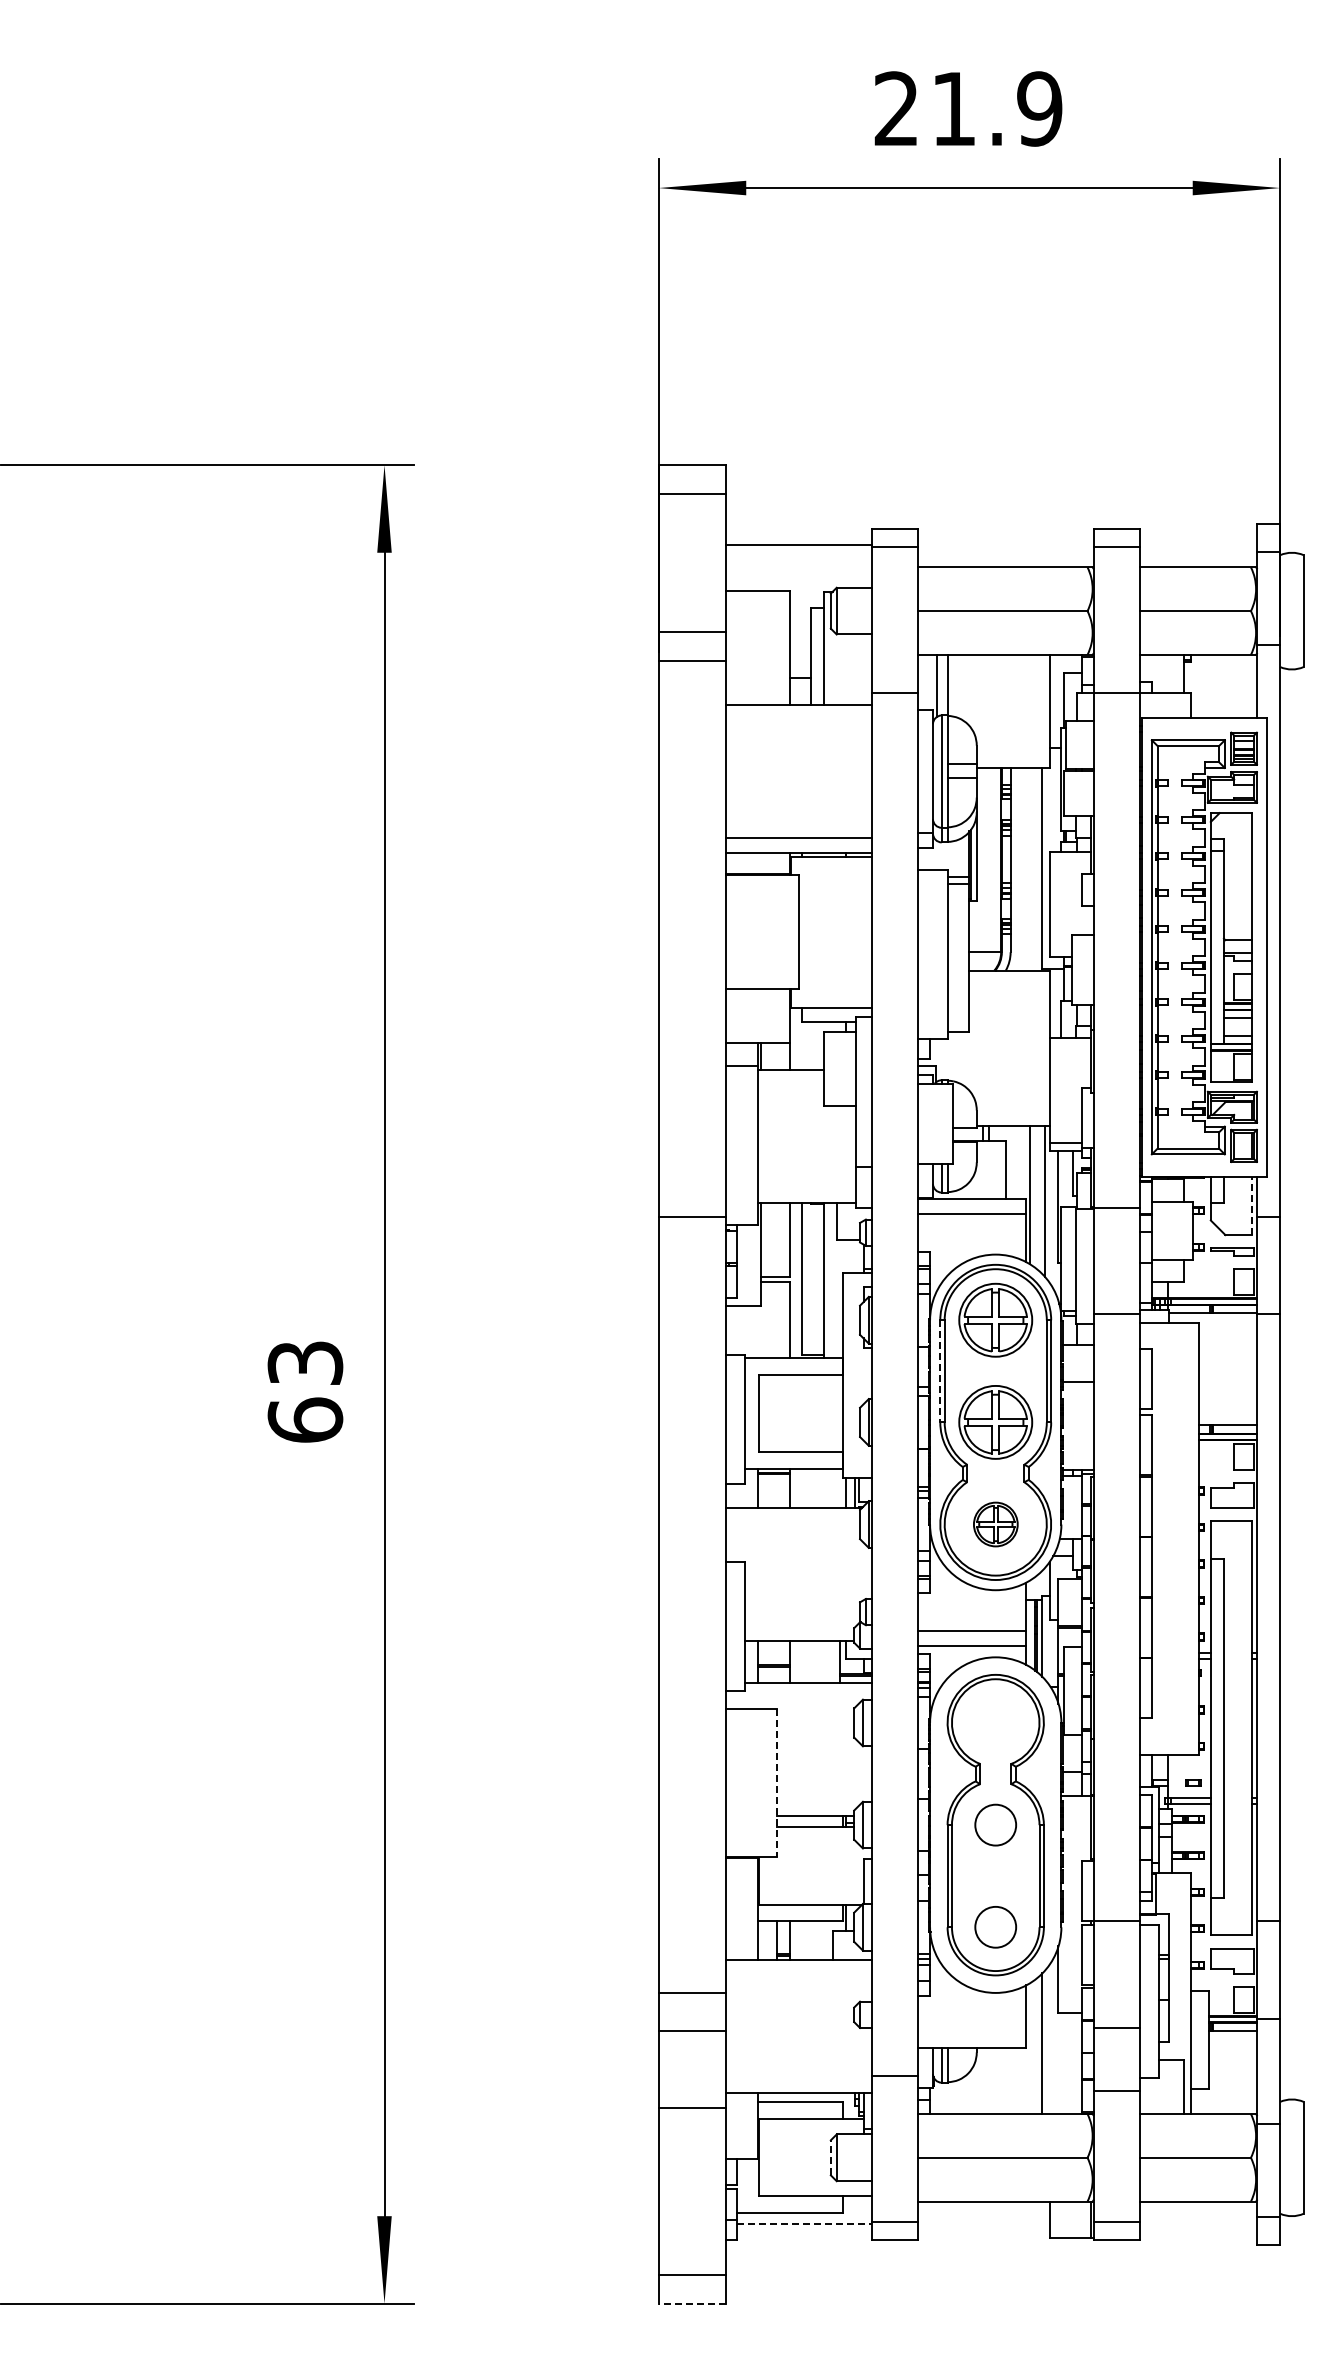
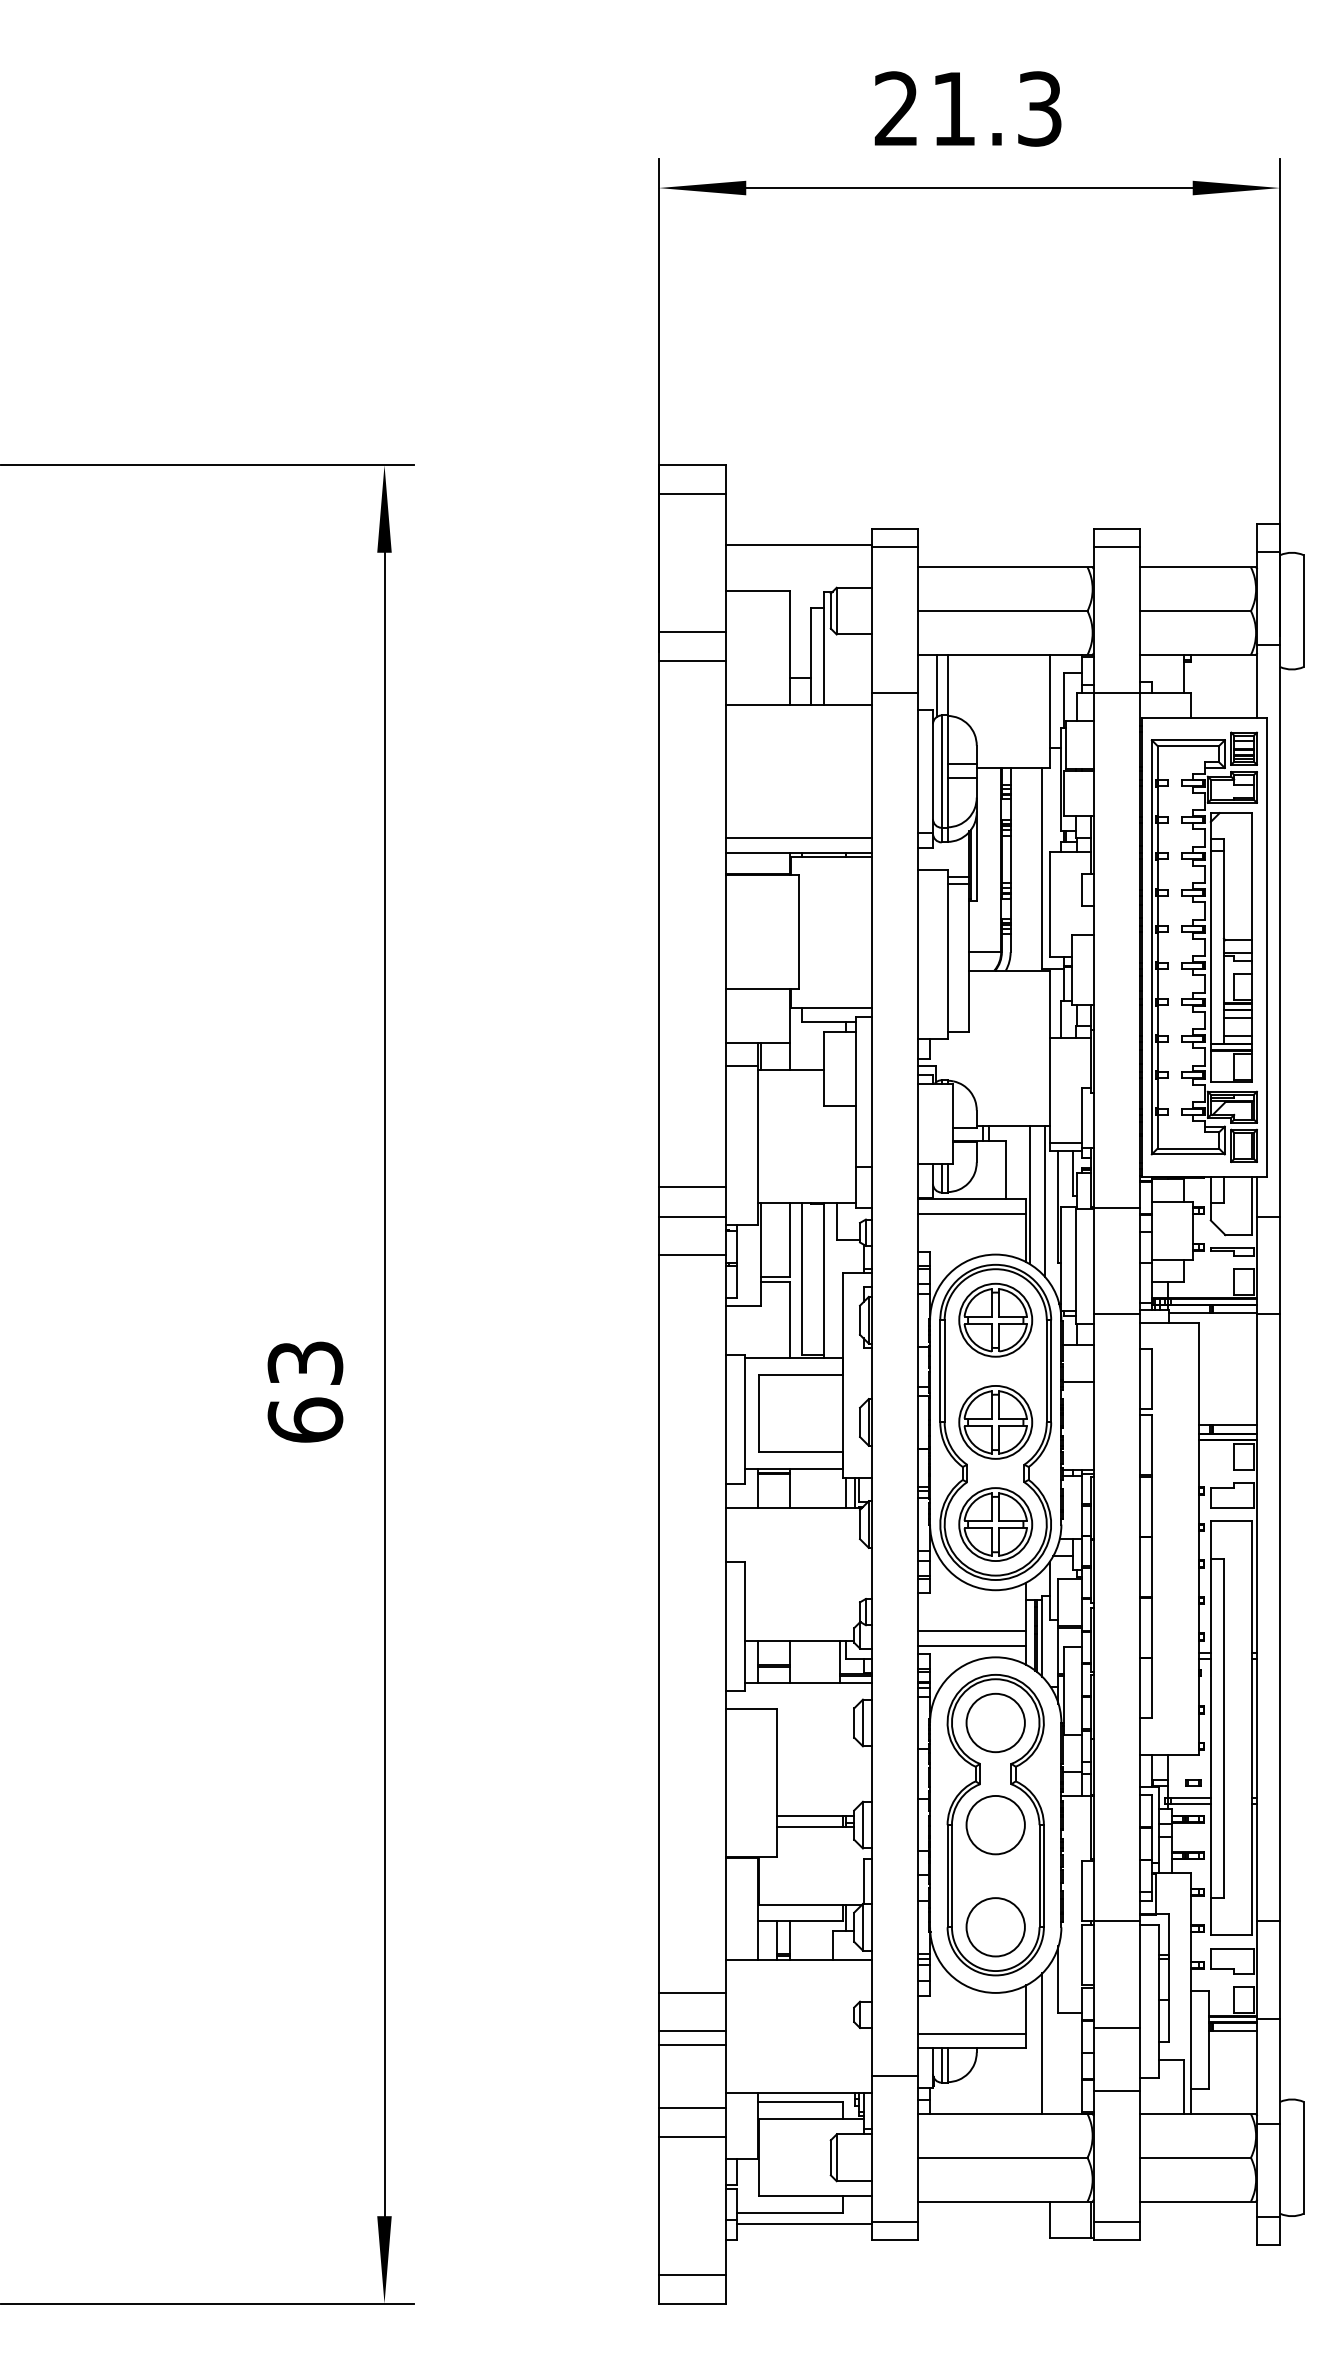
text at (1039, 108): 21.9 -> 21.3
line at (691, 1187): none -> present
line at (1251, 1206): dashed -> solid
line at (691, 1254): none -> present
line at (940, 1371): dashed -> solid
part at (995, 1524) size: 46x47 px -> 76x75 px
circle at (995, 1722): none -> present
line at (776, 1783): dashed -> solid
circle at (995, 1824) diameter: 41 px -> 58 px
circle at (995, 1926) diameter: 41 px -> 58 px
line at (972, 2033): none -> present
line at (691, 2045): none -> present
line at (691, 2137): none -> present
line at (830, 2157): dashed -> solid
line at (805, 2224): dashed -> solid
line at (692, 2303): dashed -> solid
